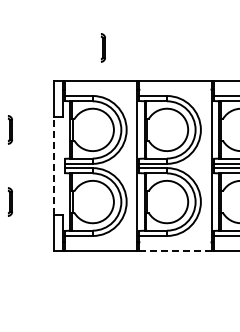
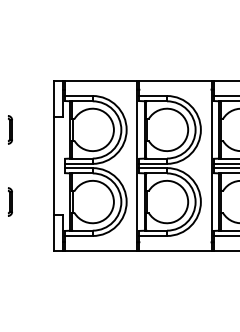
line at (103, 47): present -> none
line at (53, 166): dashed -> solid
line at (174, 250): dashed -> solid
